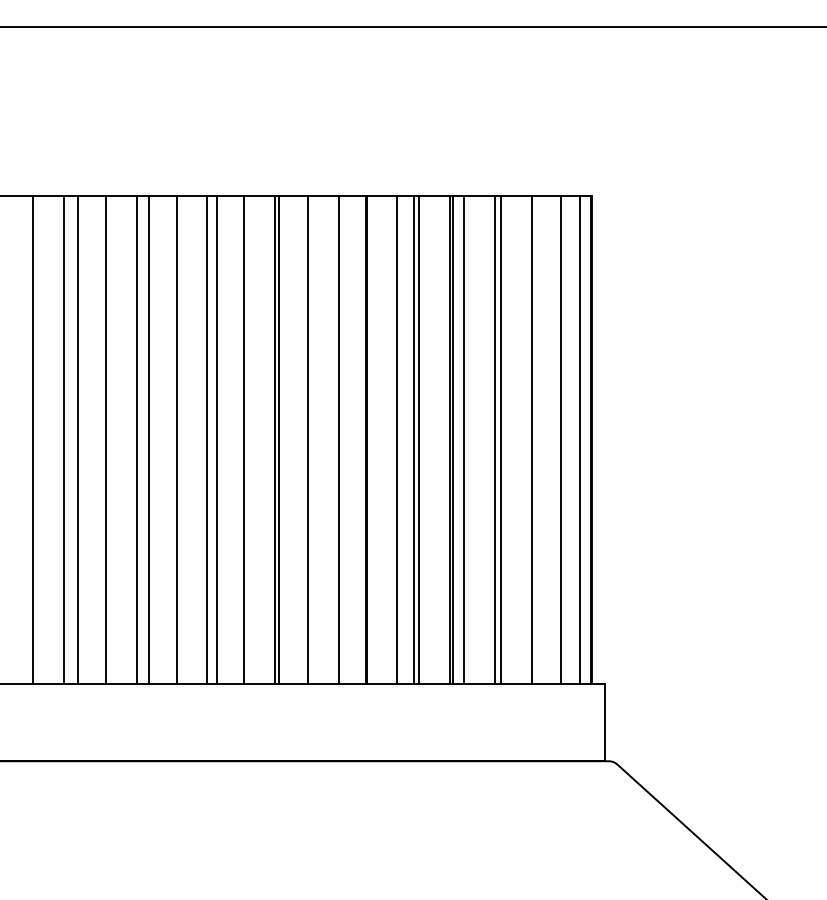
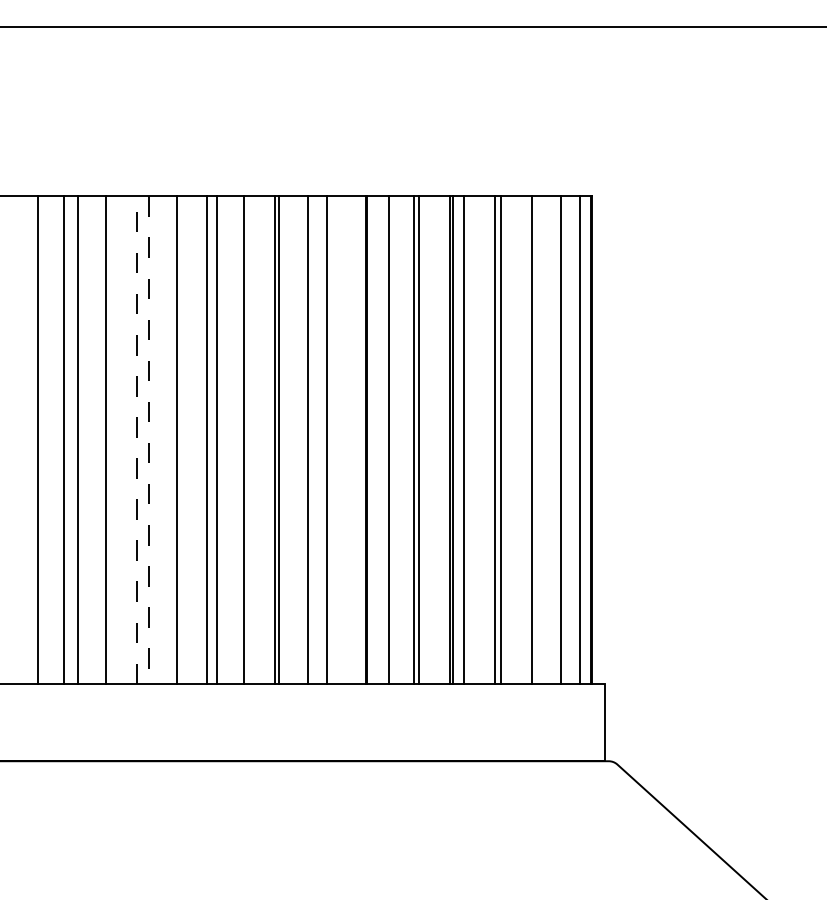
line at (32, 440) position: (32, 440) -> (37, 440)
line at (136, 440): solid -> dashed
line at (149, 440): solid -> dashed
line at (339, 440) position: (339, 440) -> (327, 440)
line at (397, 440) position: (397, 440) -> (389, 440)
